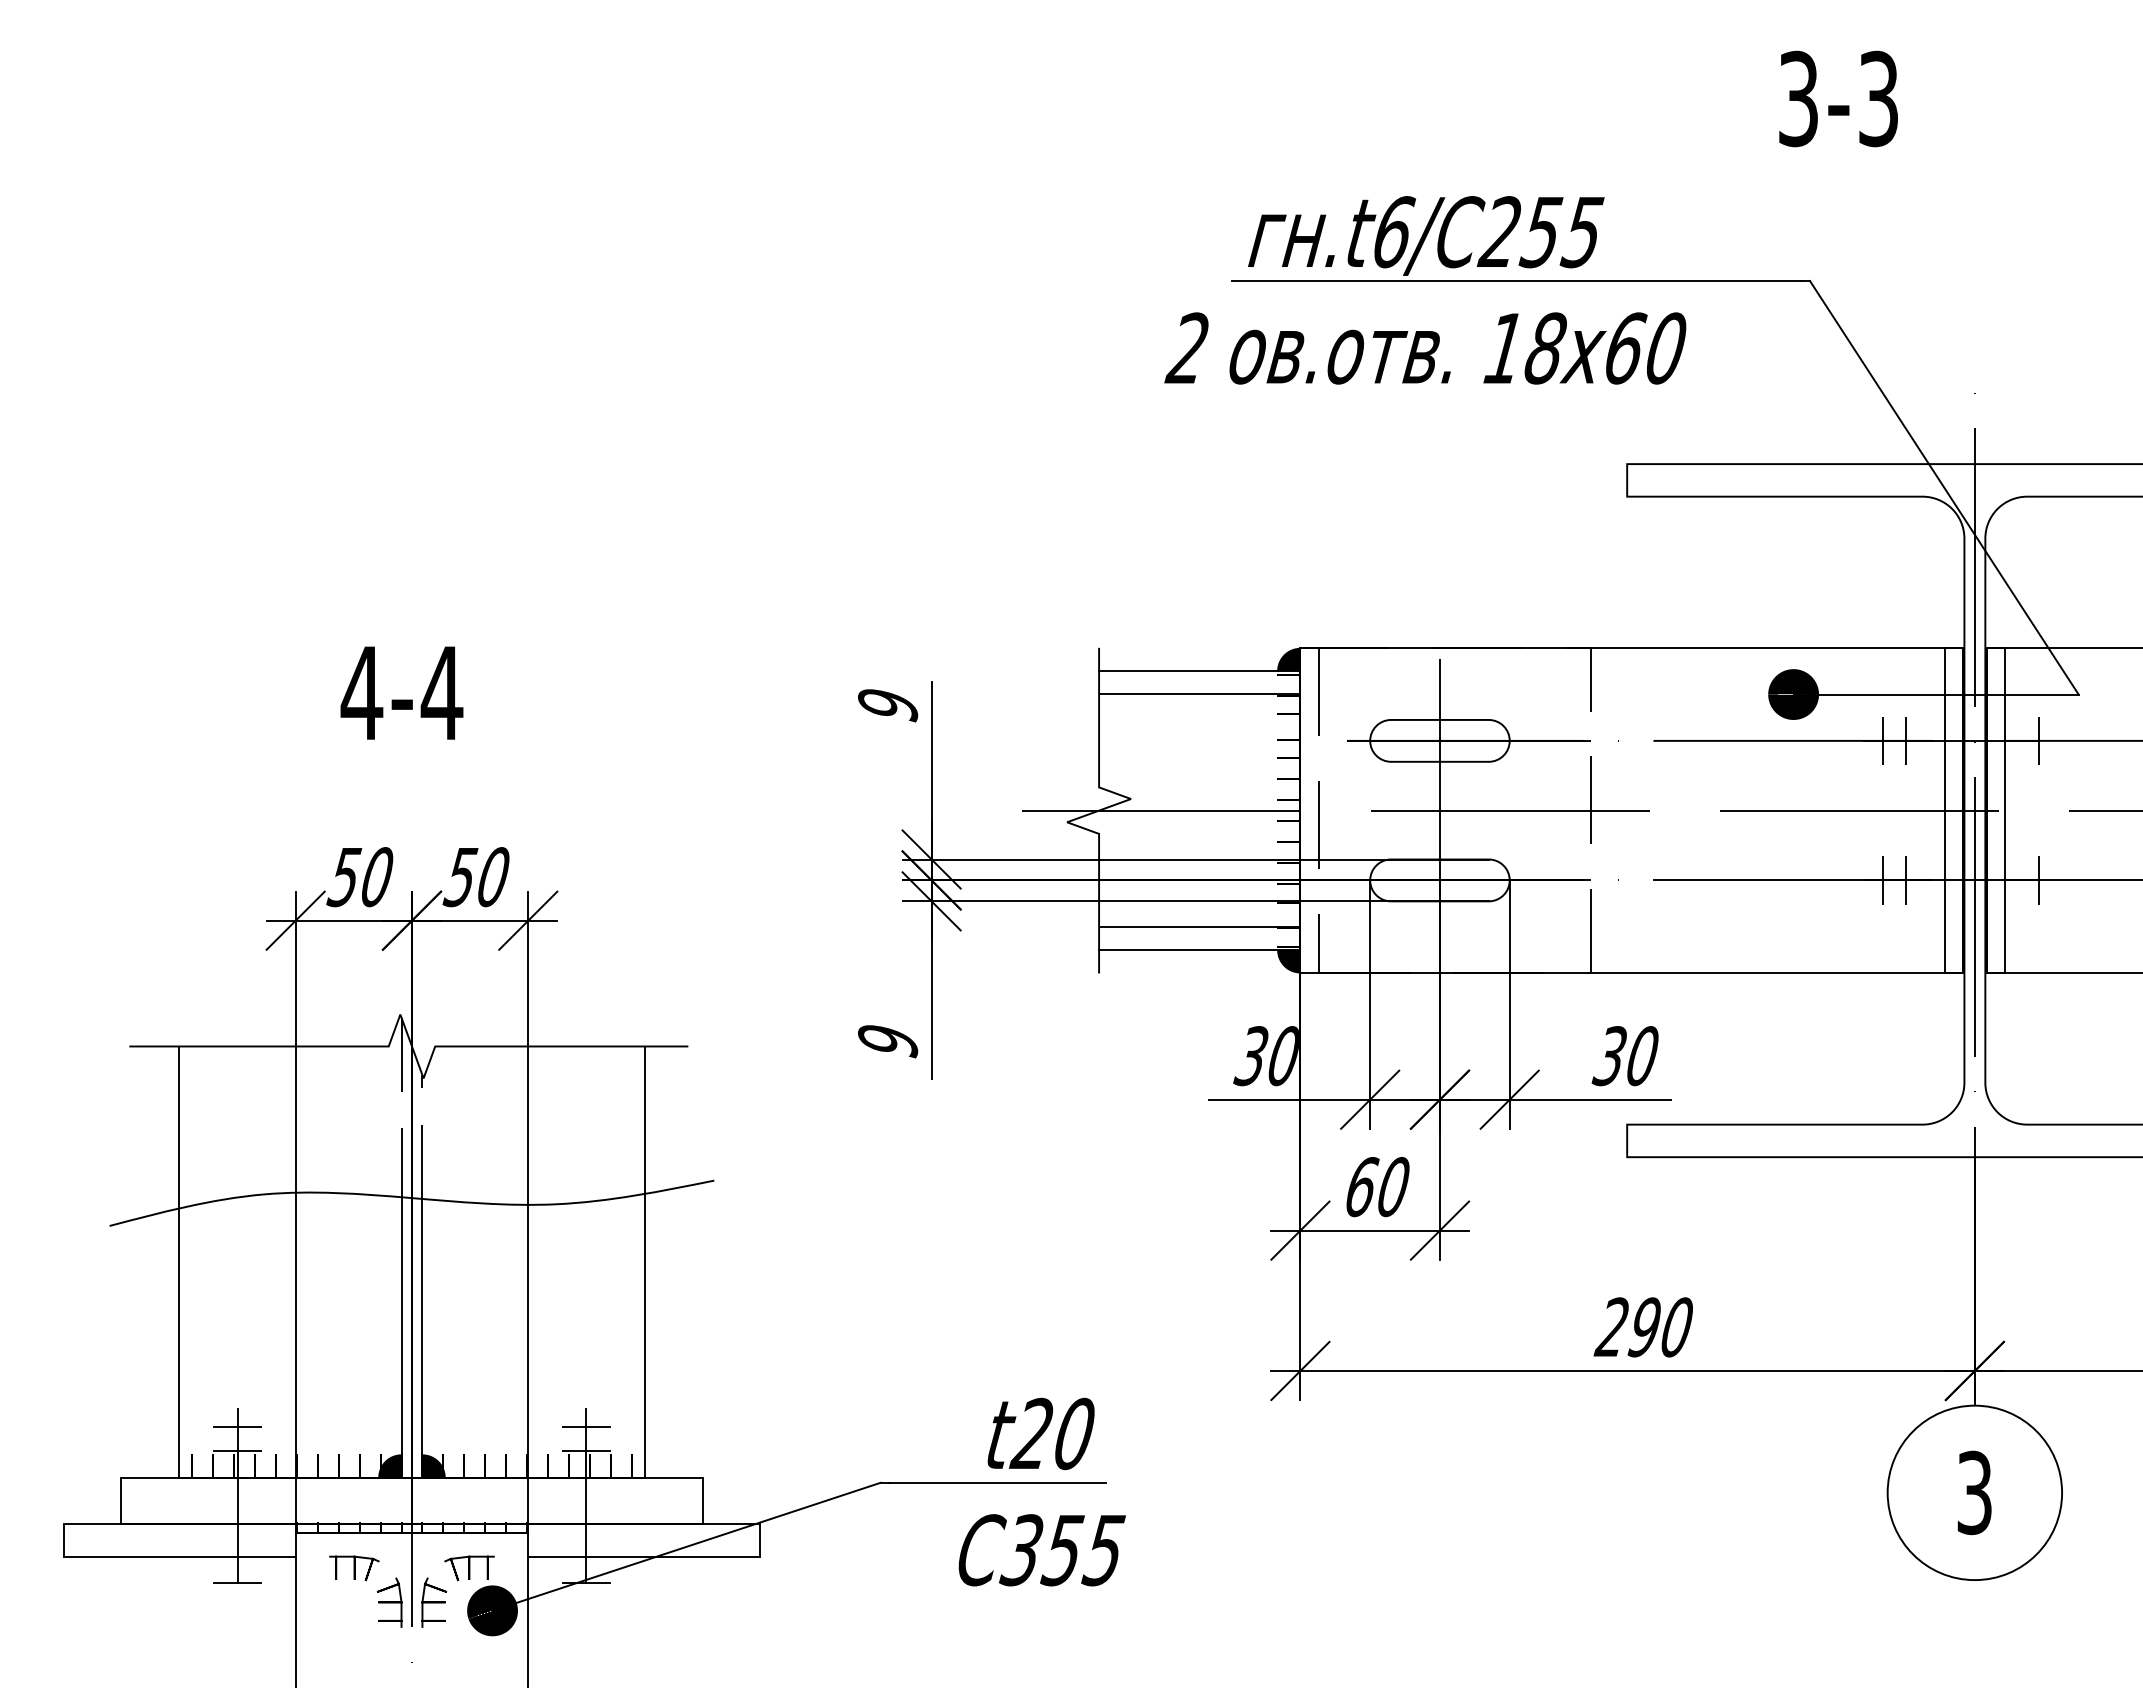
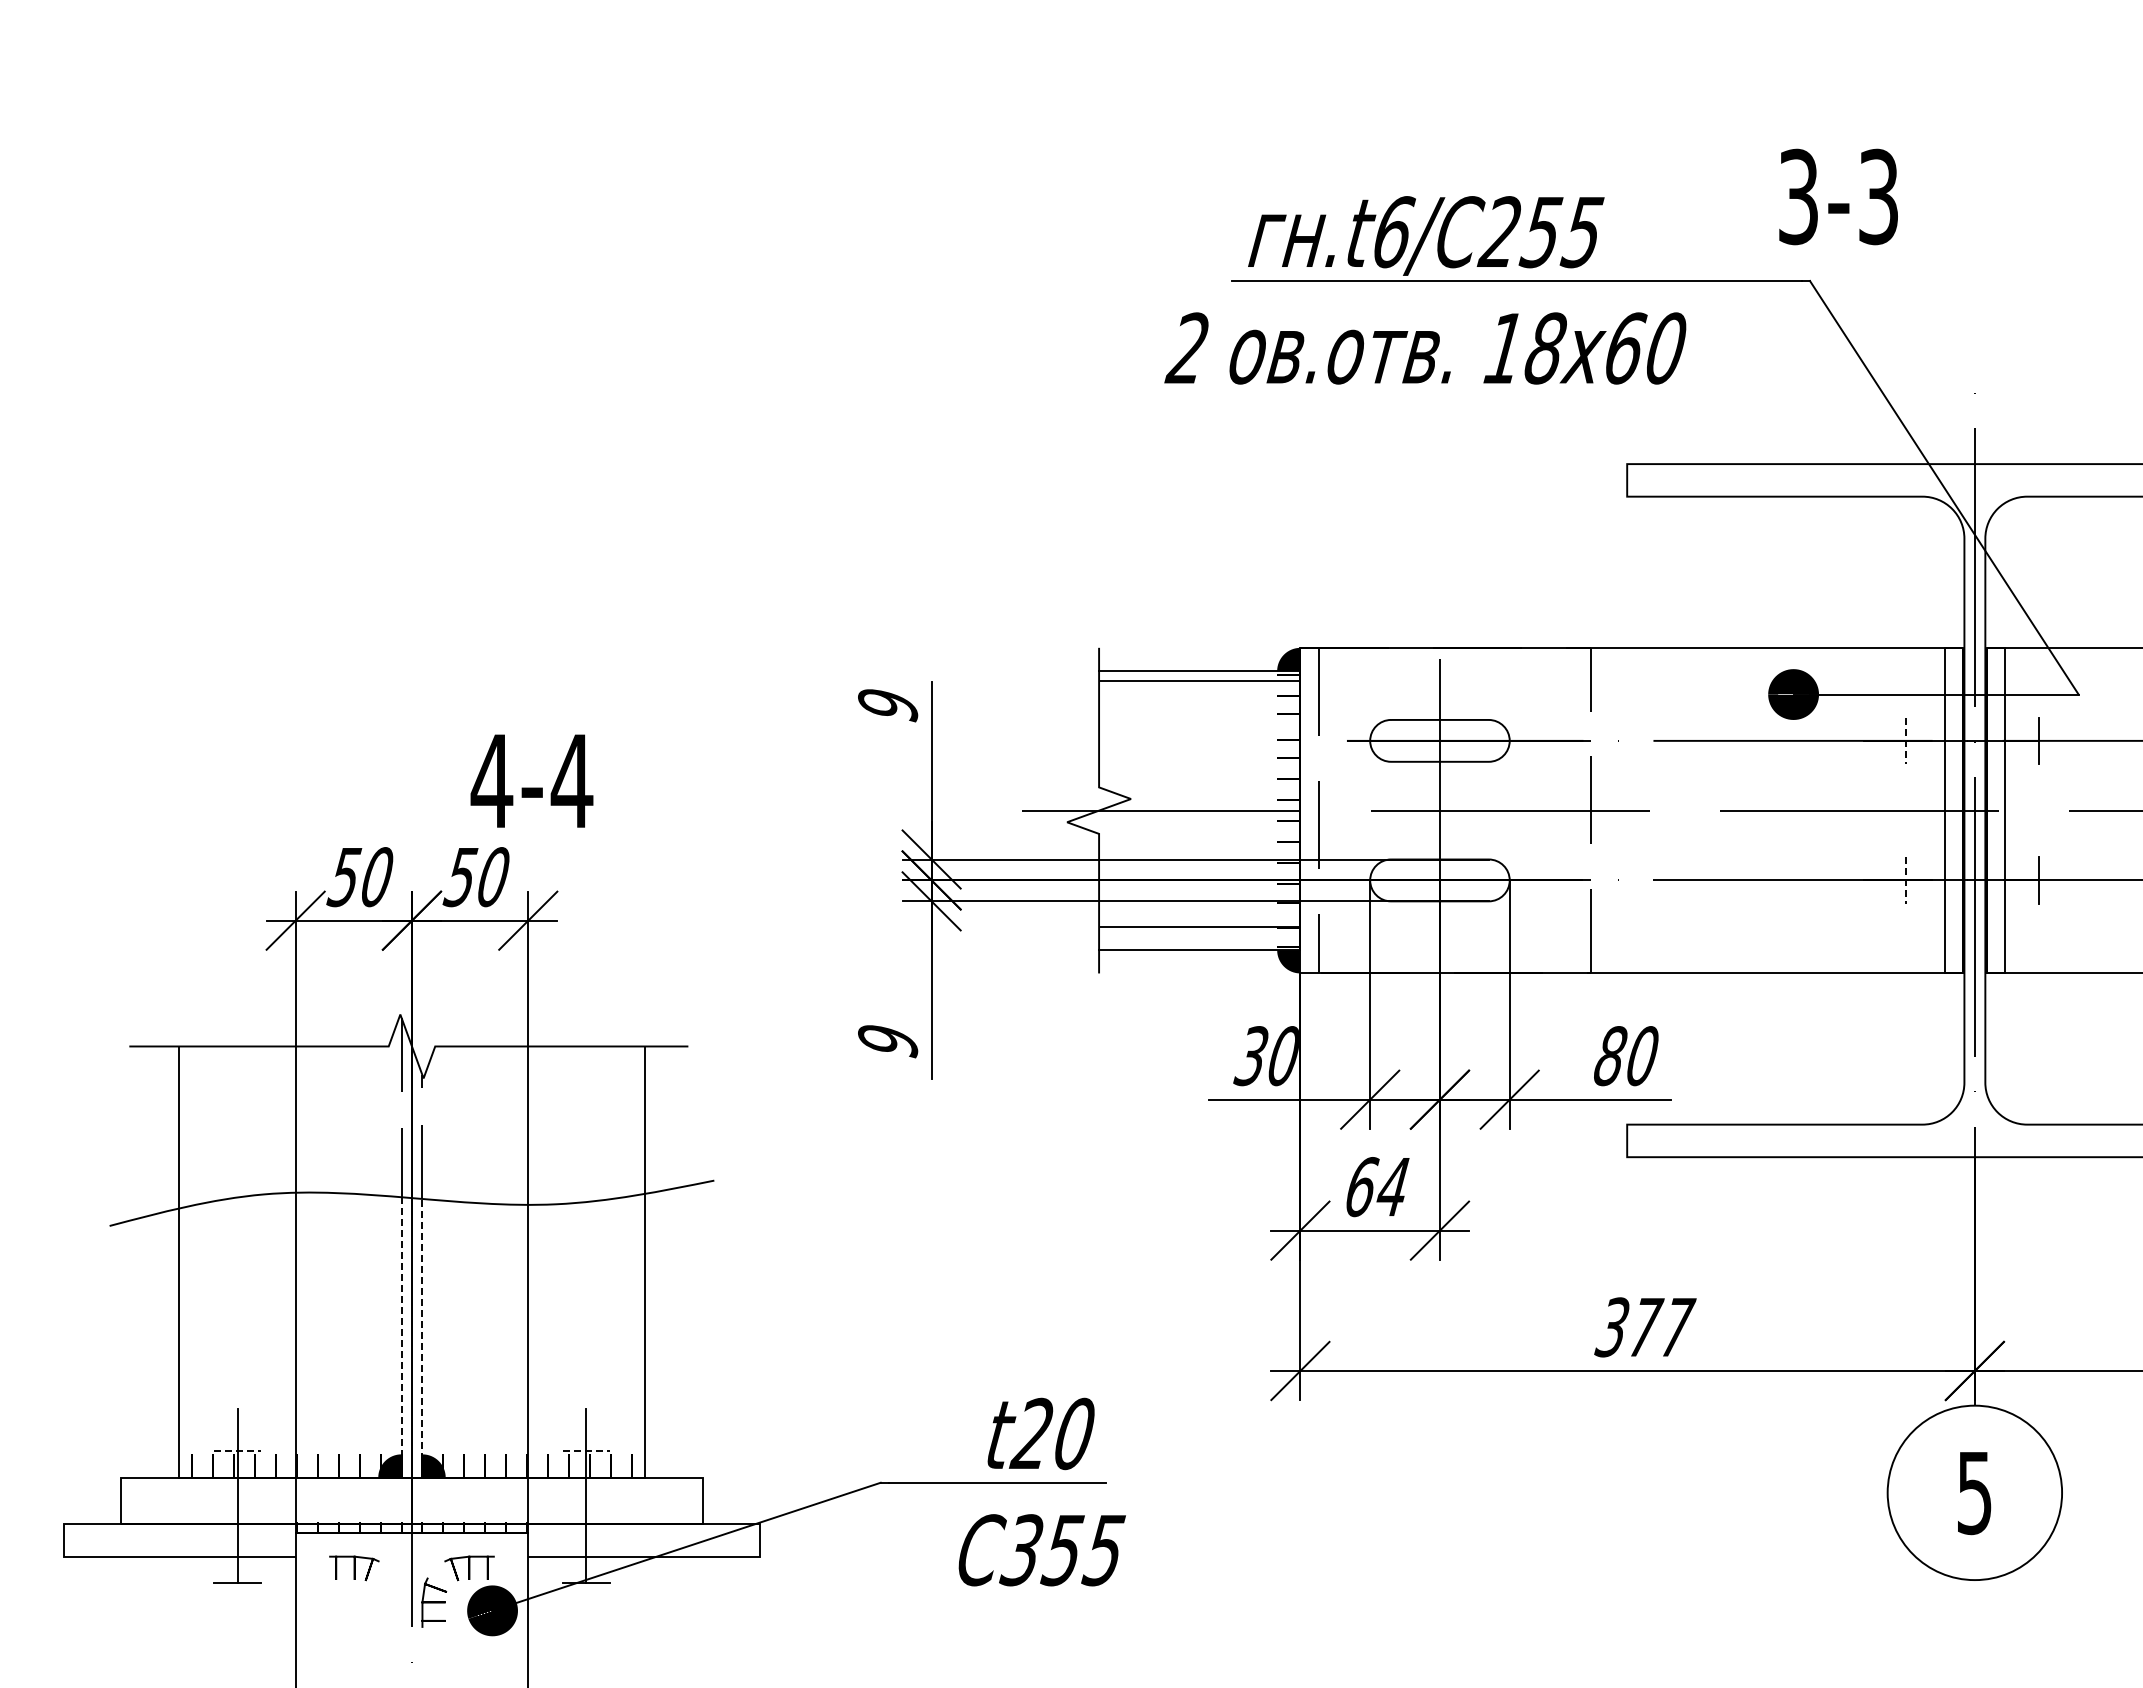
text at (1838, 98) position: (1838, 98) -> (1838, 196)
text at (401, 692) position: (401, 692) -> (531, 780)
line at (1199, 694) position: (1199, 694) -> (1199, 681)
line at (1882, 740): present -> none
line at (1906, 741): solid -> dashed
line at (1882, 880): present -> none
line at (1906, 880): solid -> dashed
text at (1609, 1056): 30 -> 80
text at (1392, 1187): 60 -> 64
text at (1644, 1327): 290 -> 377
line at (237, 1427): present -> none
line at (586, 1427): present -> none
line at (238, 1450): solid -> dashed
line at (586, 1450): solid -> dashed
line at (411, 1477): solid -> dashed
text at (1974, 1492): 3 -> 5
curve at (389, 1602): present -> none
